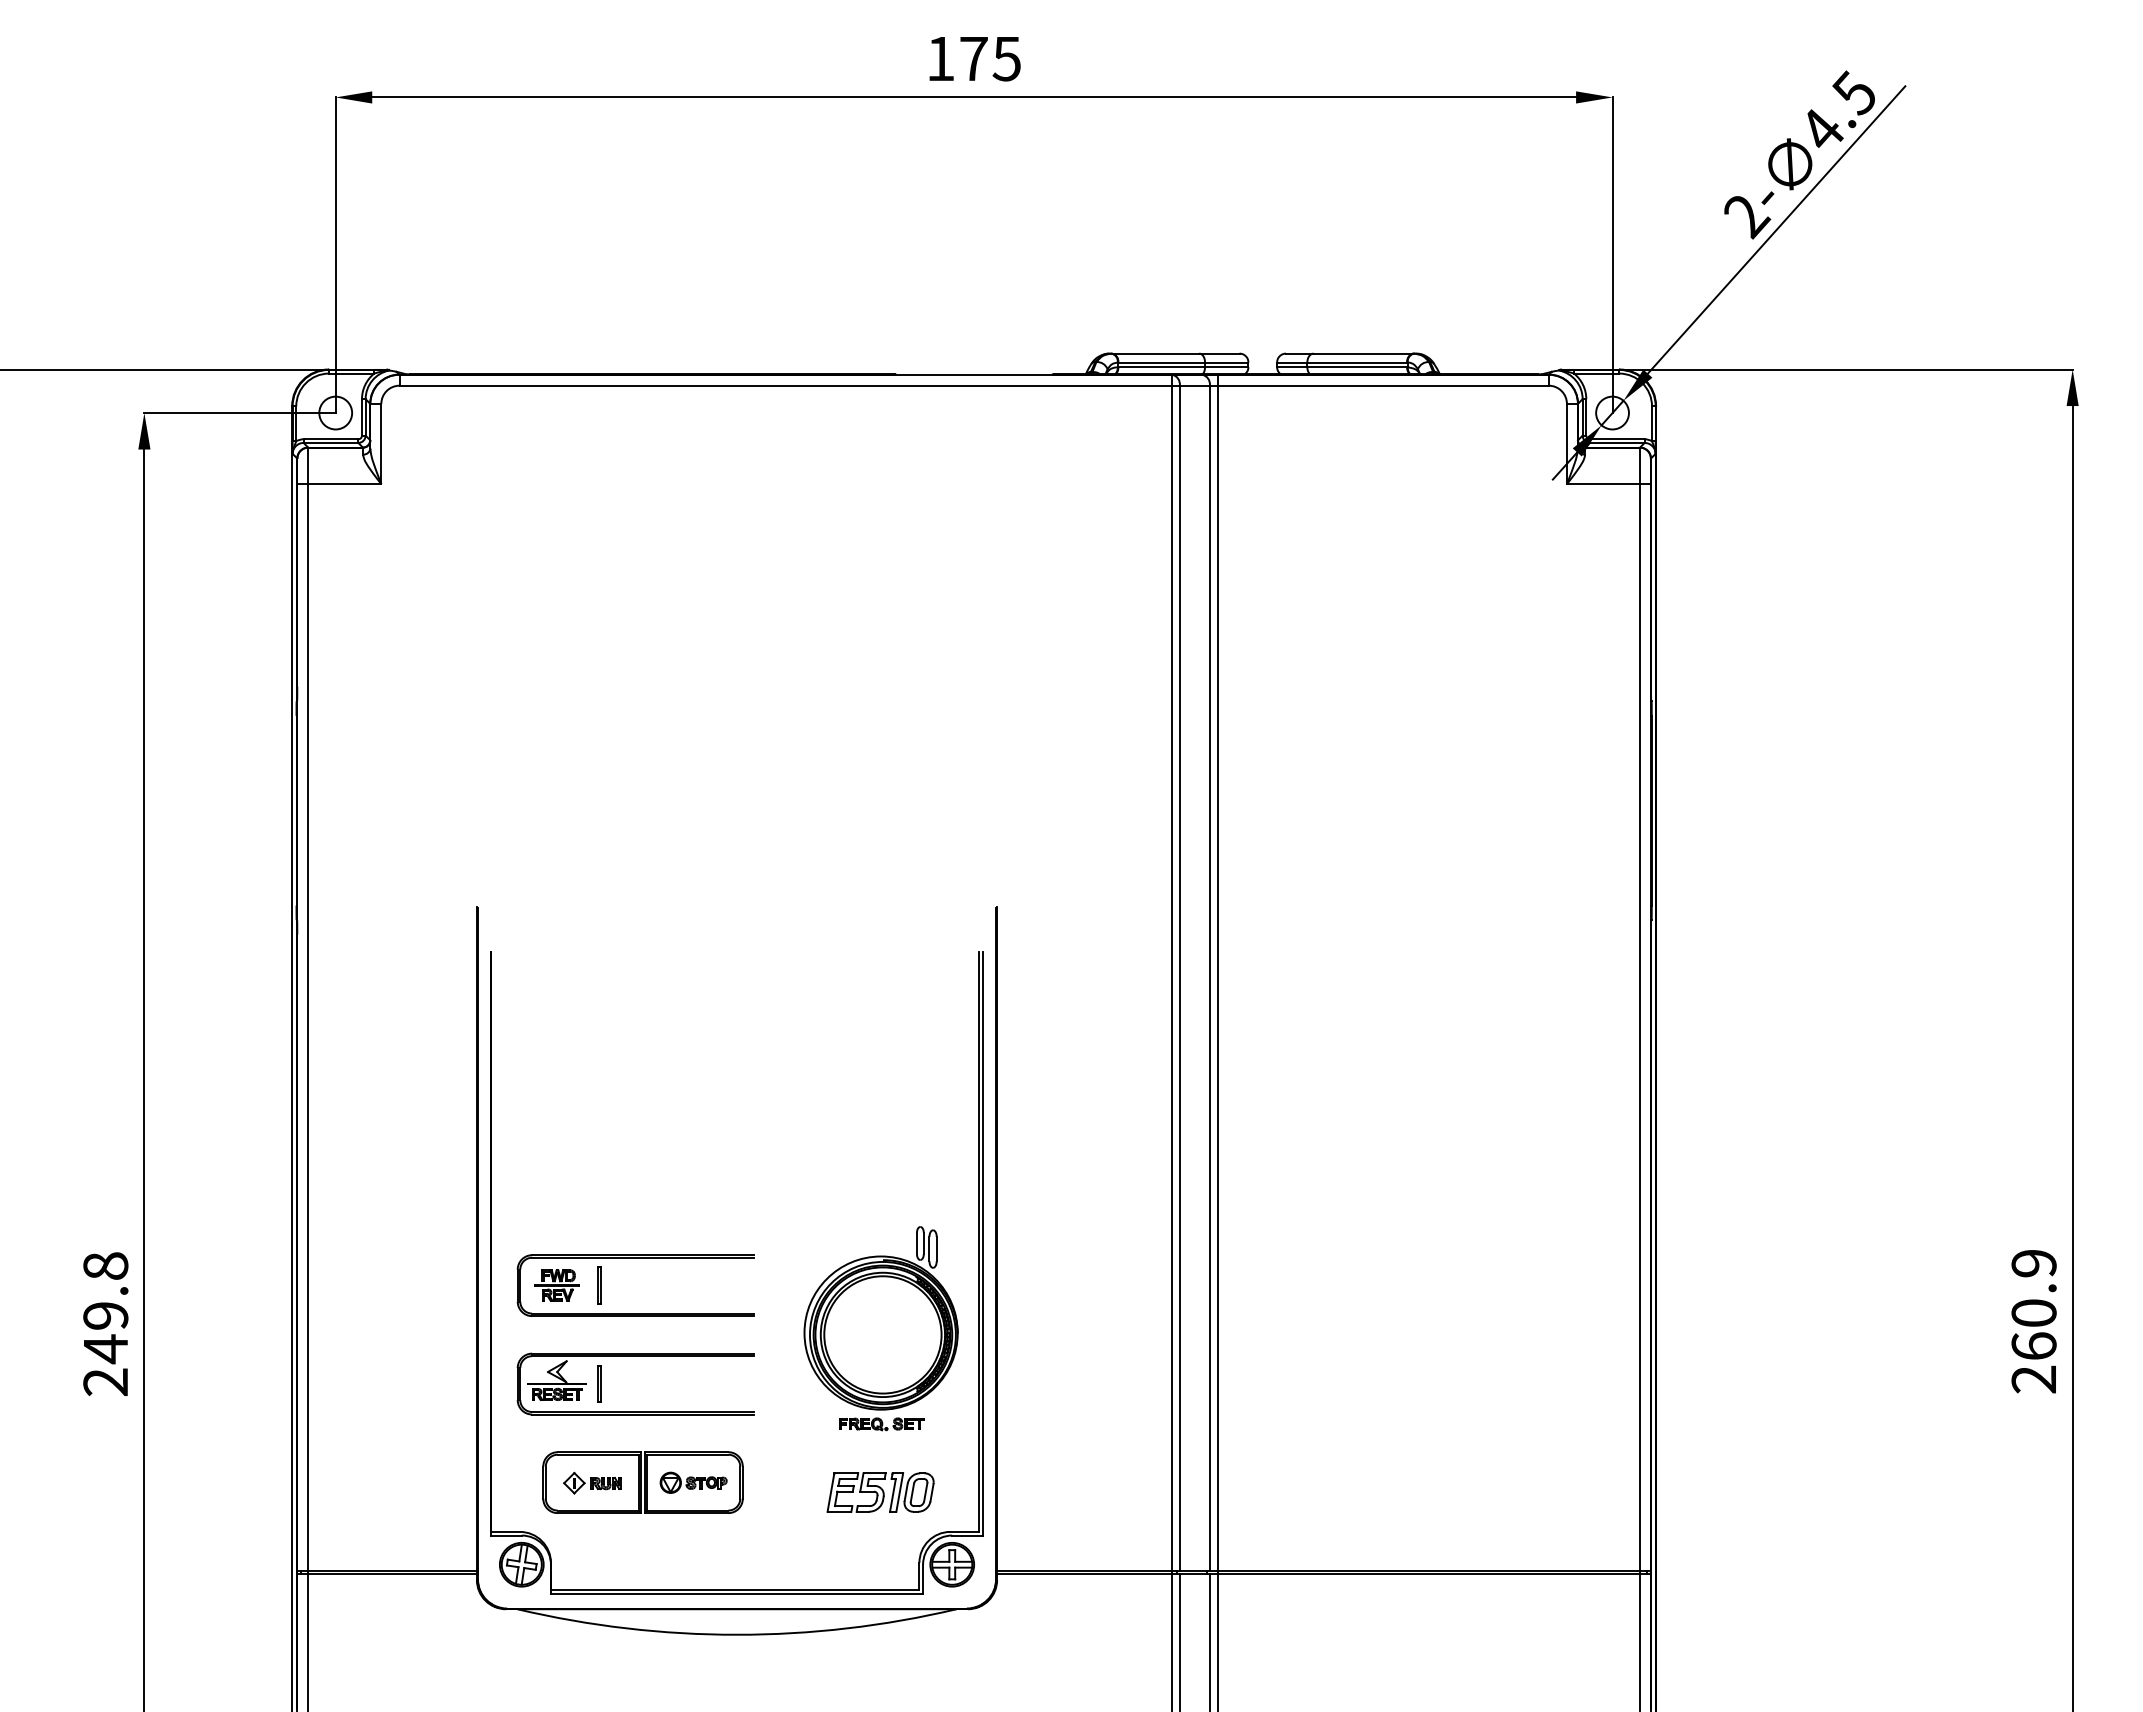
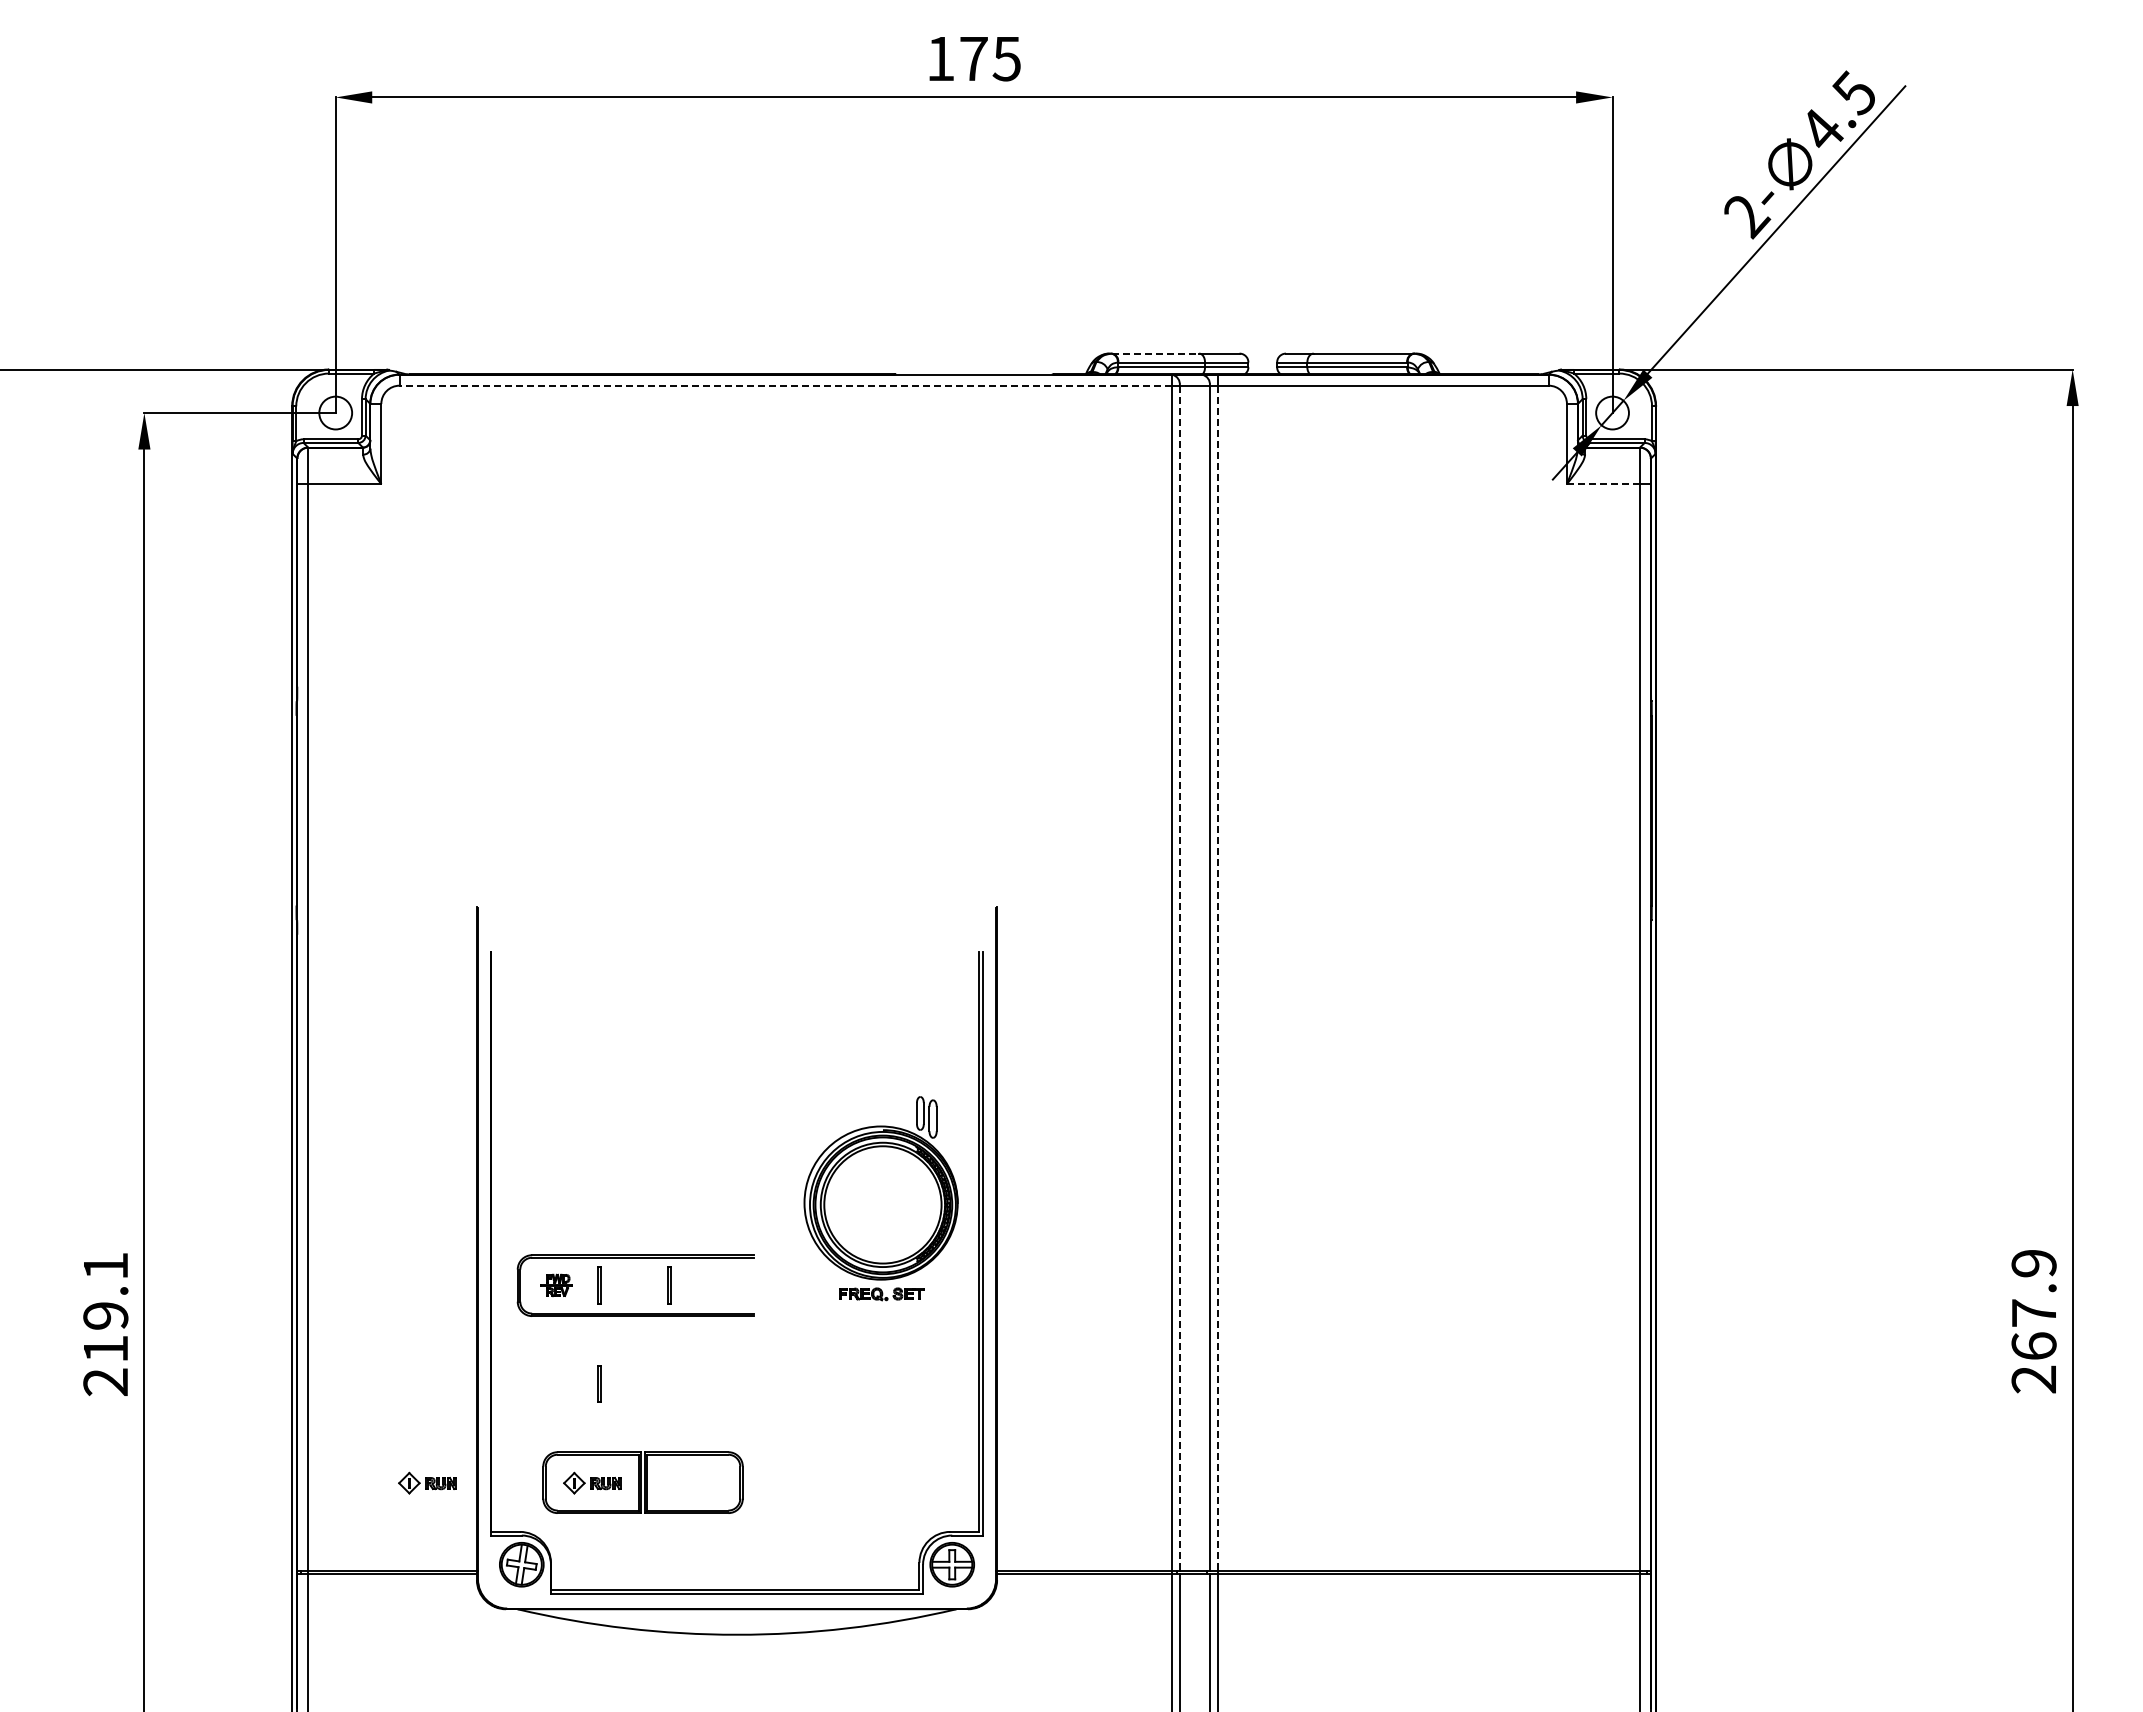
line at (1155, 353): solid -> dashed
line at (785, 385): solid -> dashed
line at (1602, 484): solid -> dashed
line at (1179, 978): solid -> dashed
line at (1217, 978): solid -> dashed
part at (556, 1285) size: 46x33 px -> 33x24 px
line at (668, 1285): none -> present
text at (105, 1308): 249.8 -> 219.1
text at (2033, 1312): 260.9 -> 267.9
part at (880, 1328) position: (880, 1328) -> (880, 1198)
part at (635, 1356): present -> none
part at (427, 1482): none -> present
part at (693, 1482): present -> none
part at (880, 1492): present -> none
